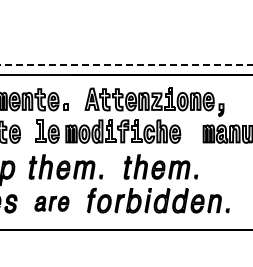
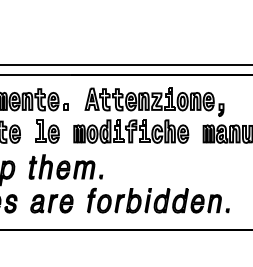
line at (126, 65): dashed -> solid
part at (123, 131) position: (123, 131) -> (131, 131)
part at (160, 166): present -> none
part at (51, 203) size: 36x17 px -> 44x20 px
